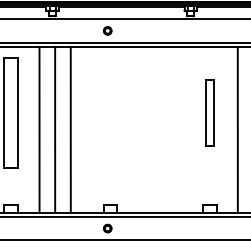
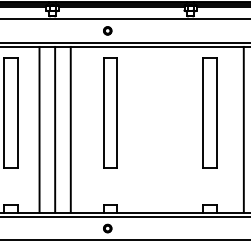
part at (110, 112): none -> present
part at (209, 112) size: 10x68 px -> 16x112 px
line at (237, 129) position: (237, 129) -> (243, 129)
